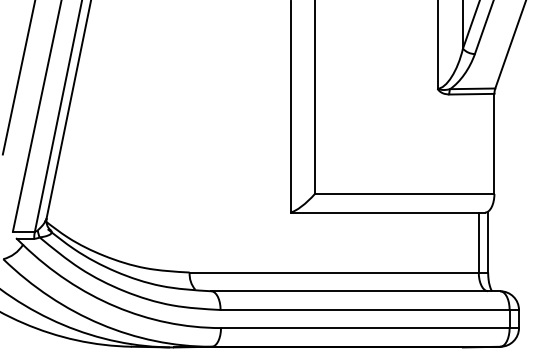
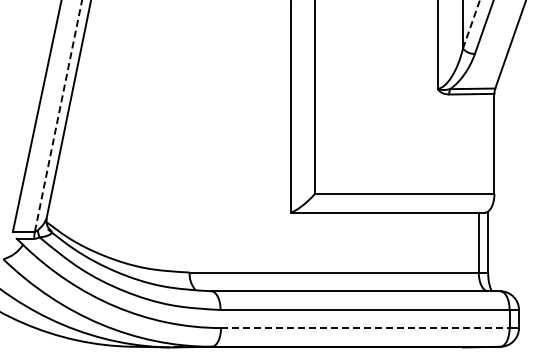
line at (471, 24): solid -> dashed
line at (18, 78): present -> none
line at (58, 116): solid -> dashed
line at (365, 328): solid -> dashed
